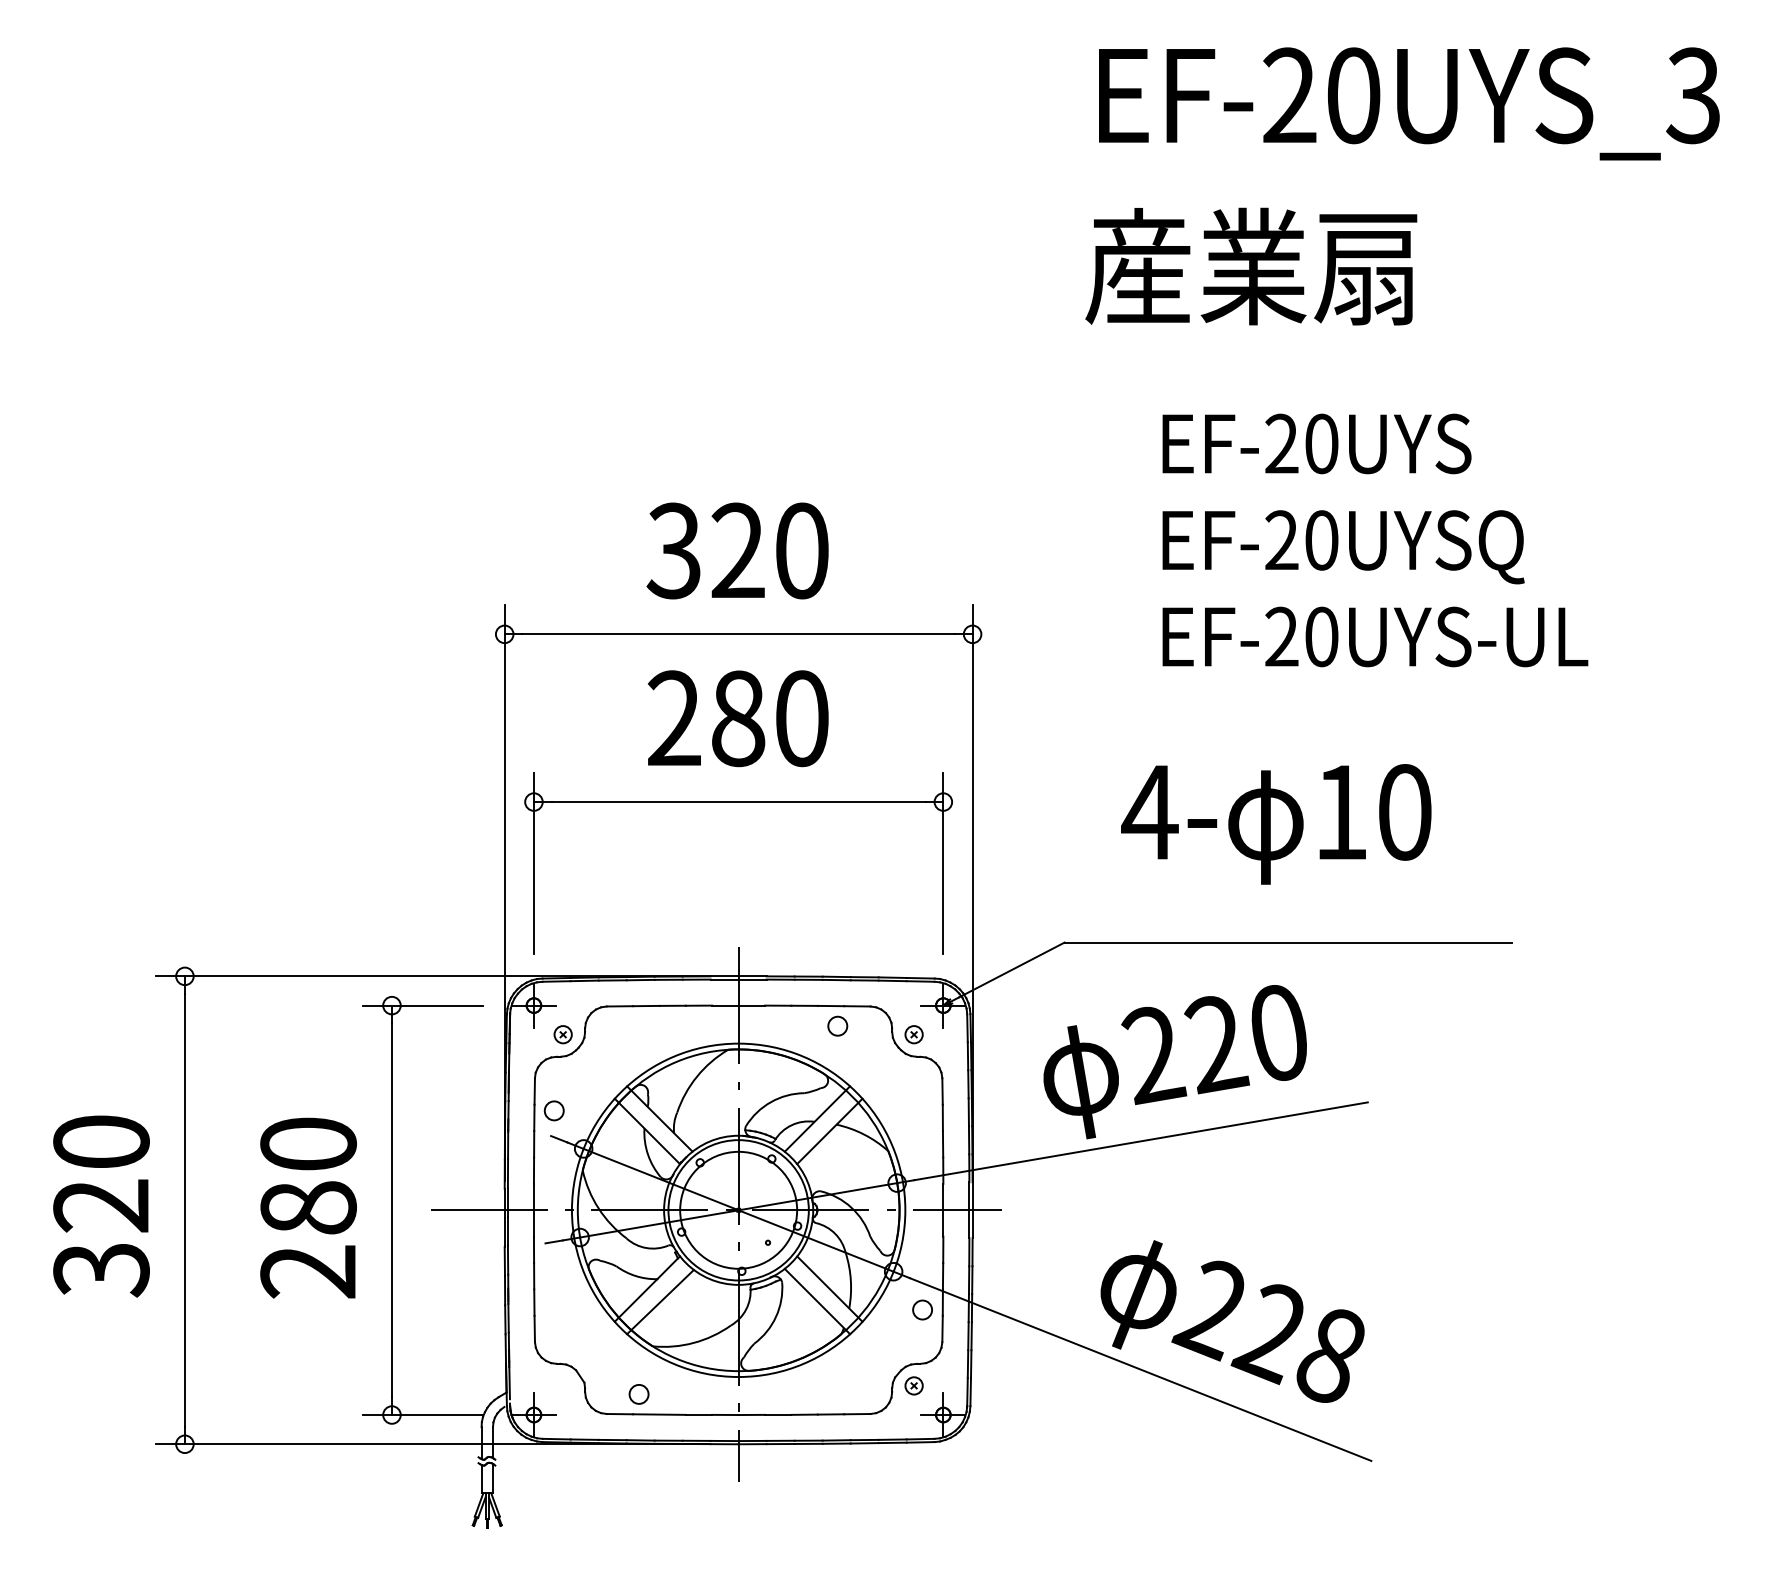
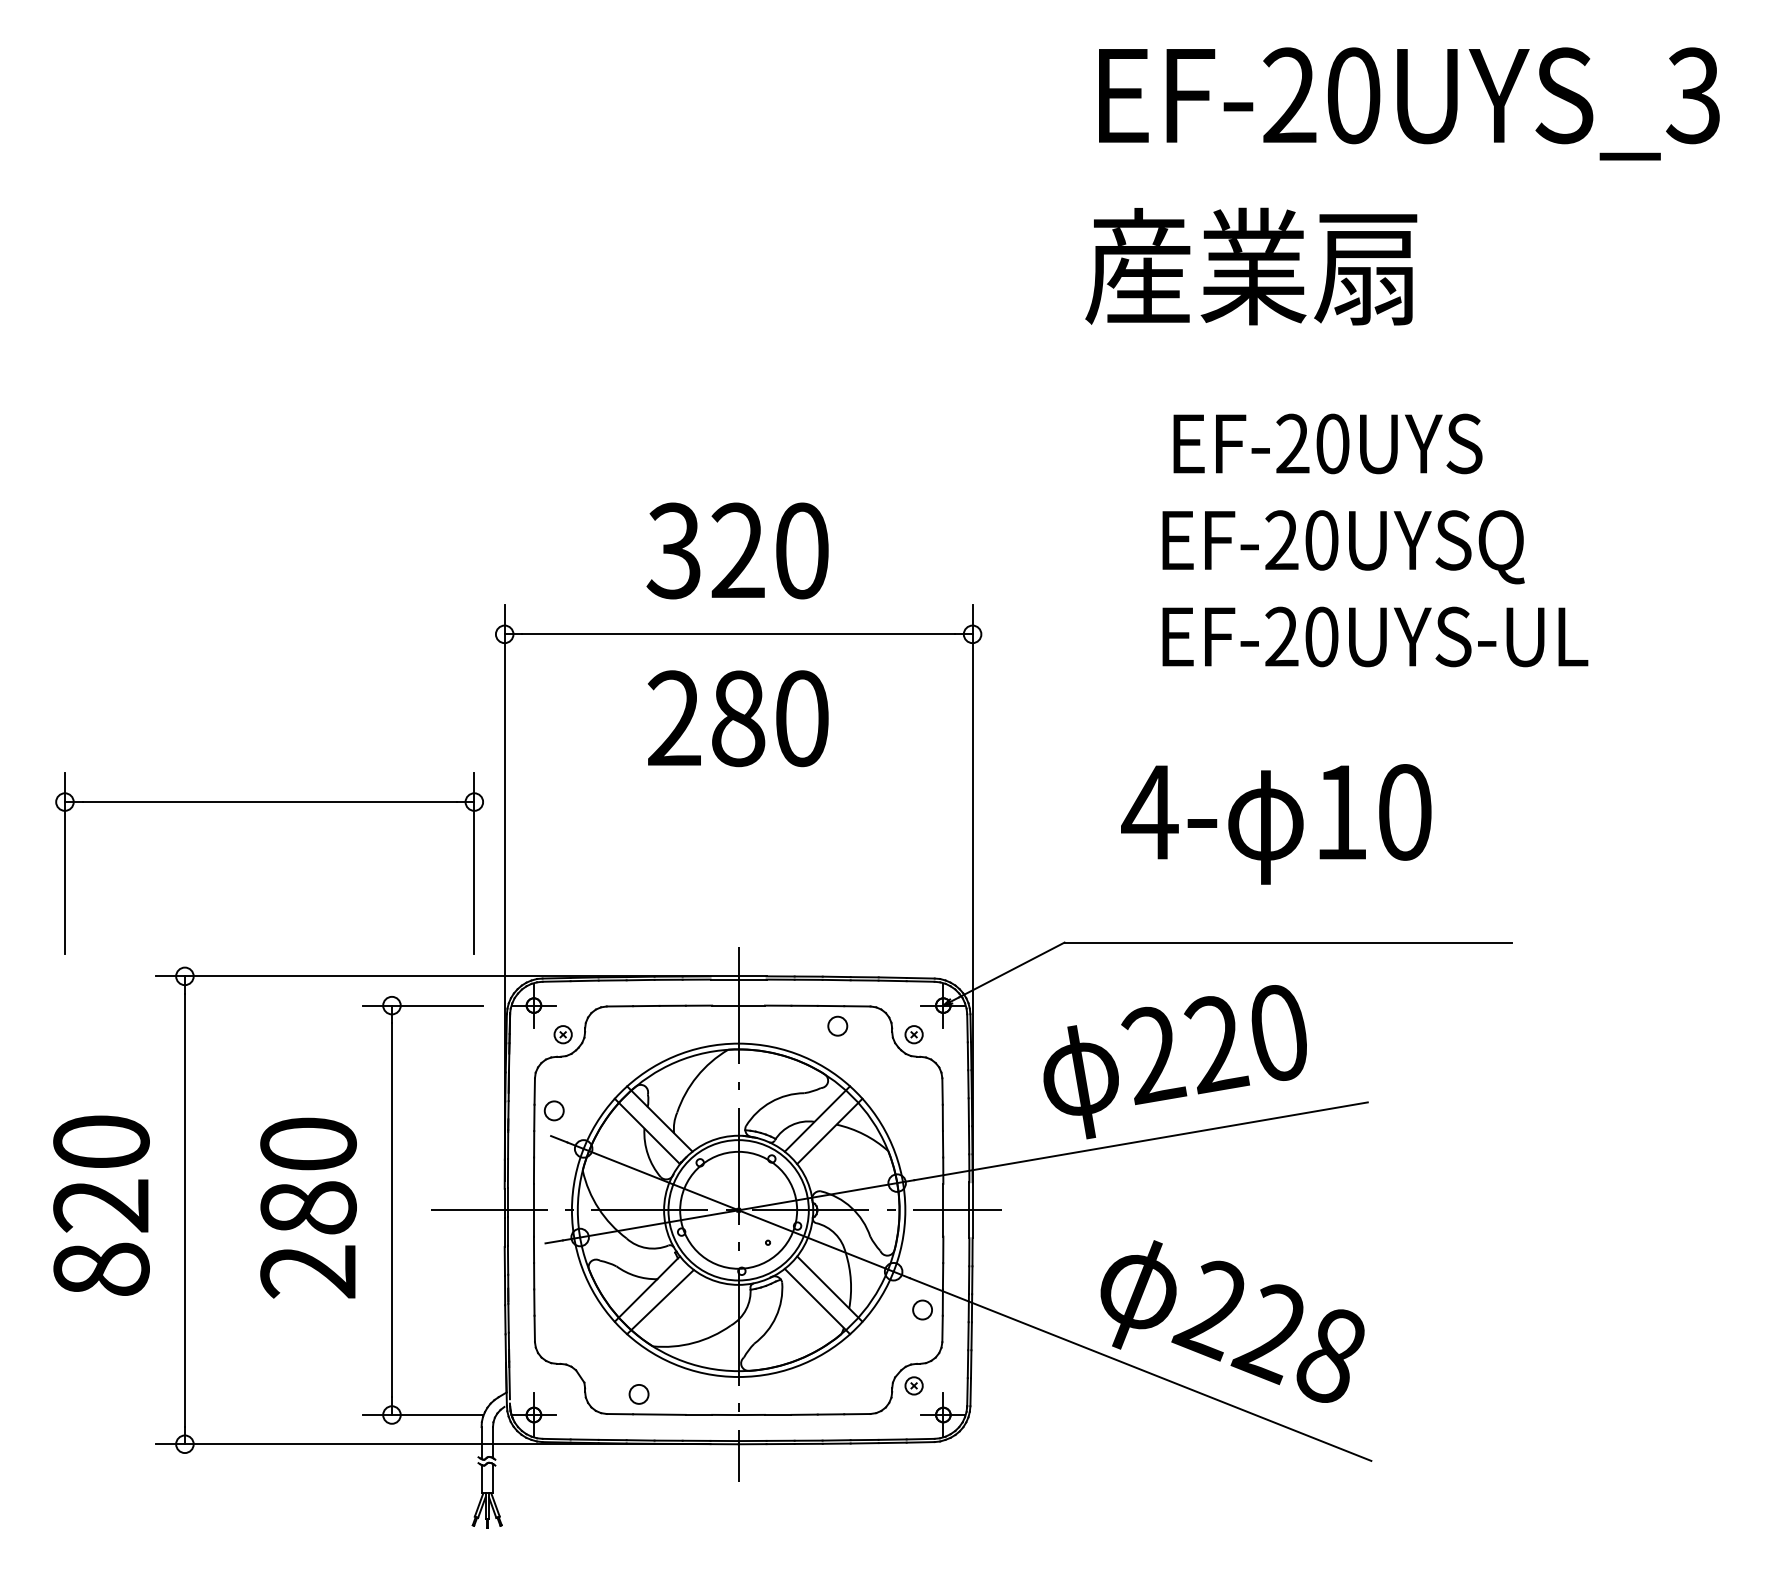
text at (1316, 443) position: (1316, 443) -> (1327, 443)
part at (738, 802) position: (738, 802) -> (269, 802)
text at (101, 1269): 320 -> 820
